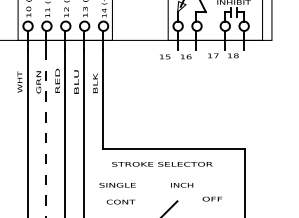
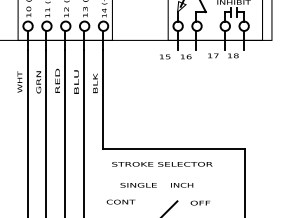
line at (46, 133): dashed -> solid
text at (117, 185) position: (117, 185) -> (138, 185)
text at (211, 198) position: (211, 198) -> (199, 202)
